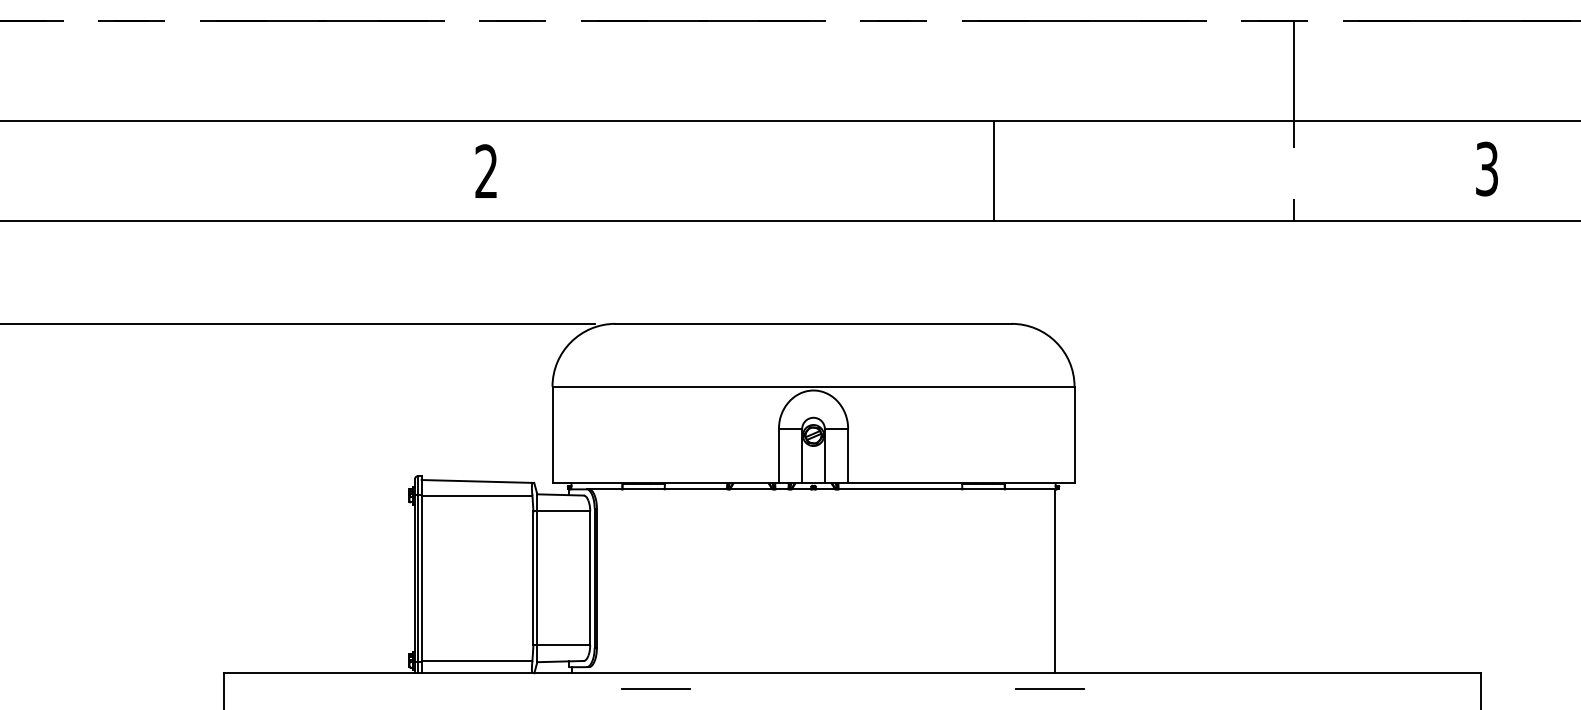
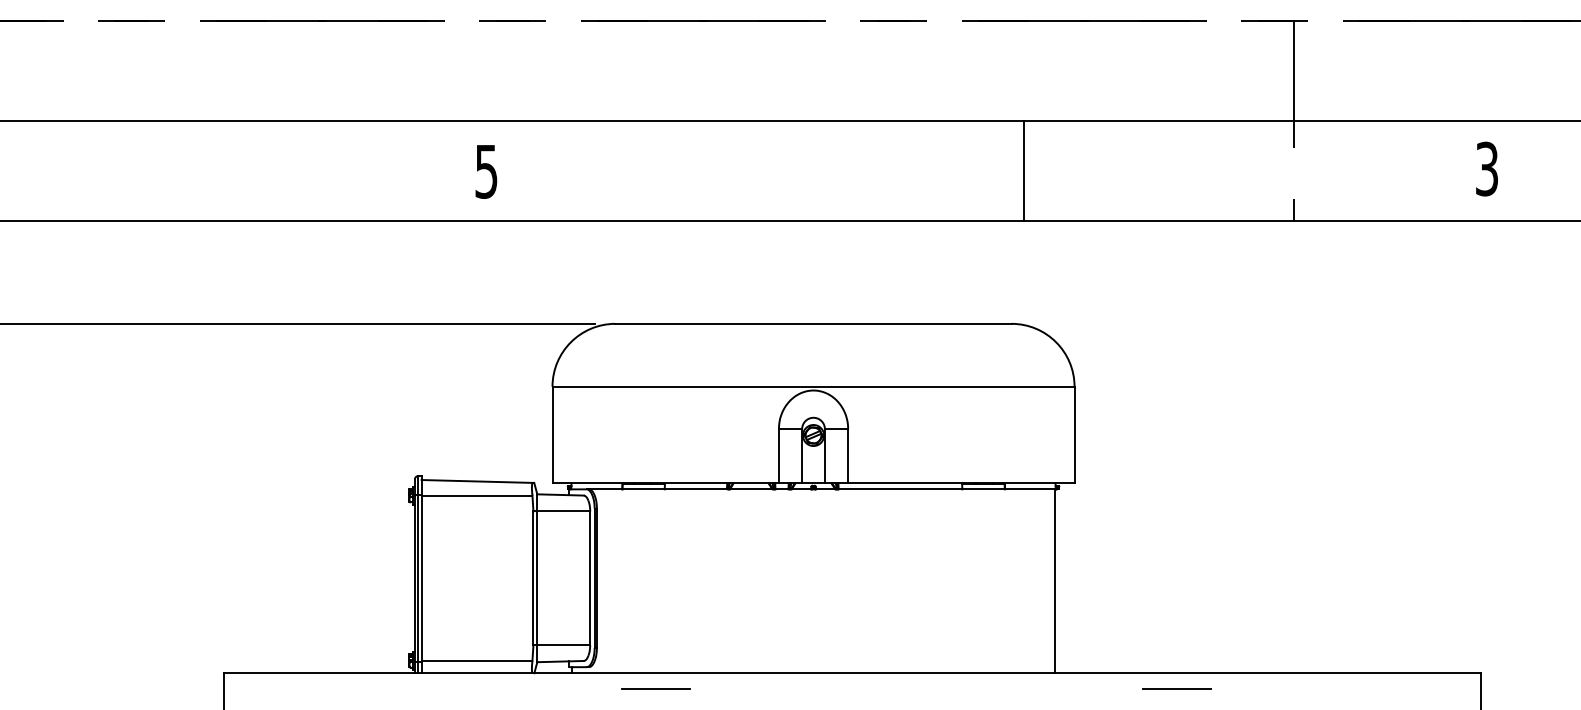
text at (486, 171): 2 -> 5
line at (993, 171) position: (993, 171) -> (1023, 171)
line at (1049, 688) position: (1049, 688) -> (1176, 688)
